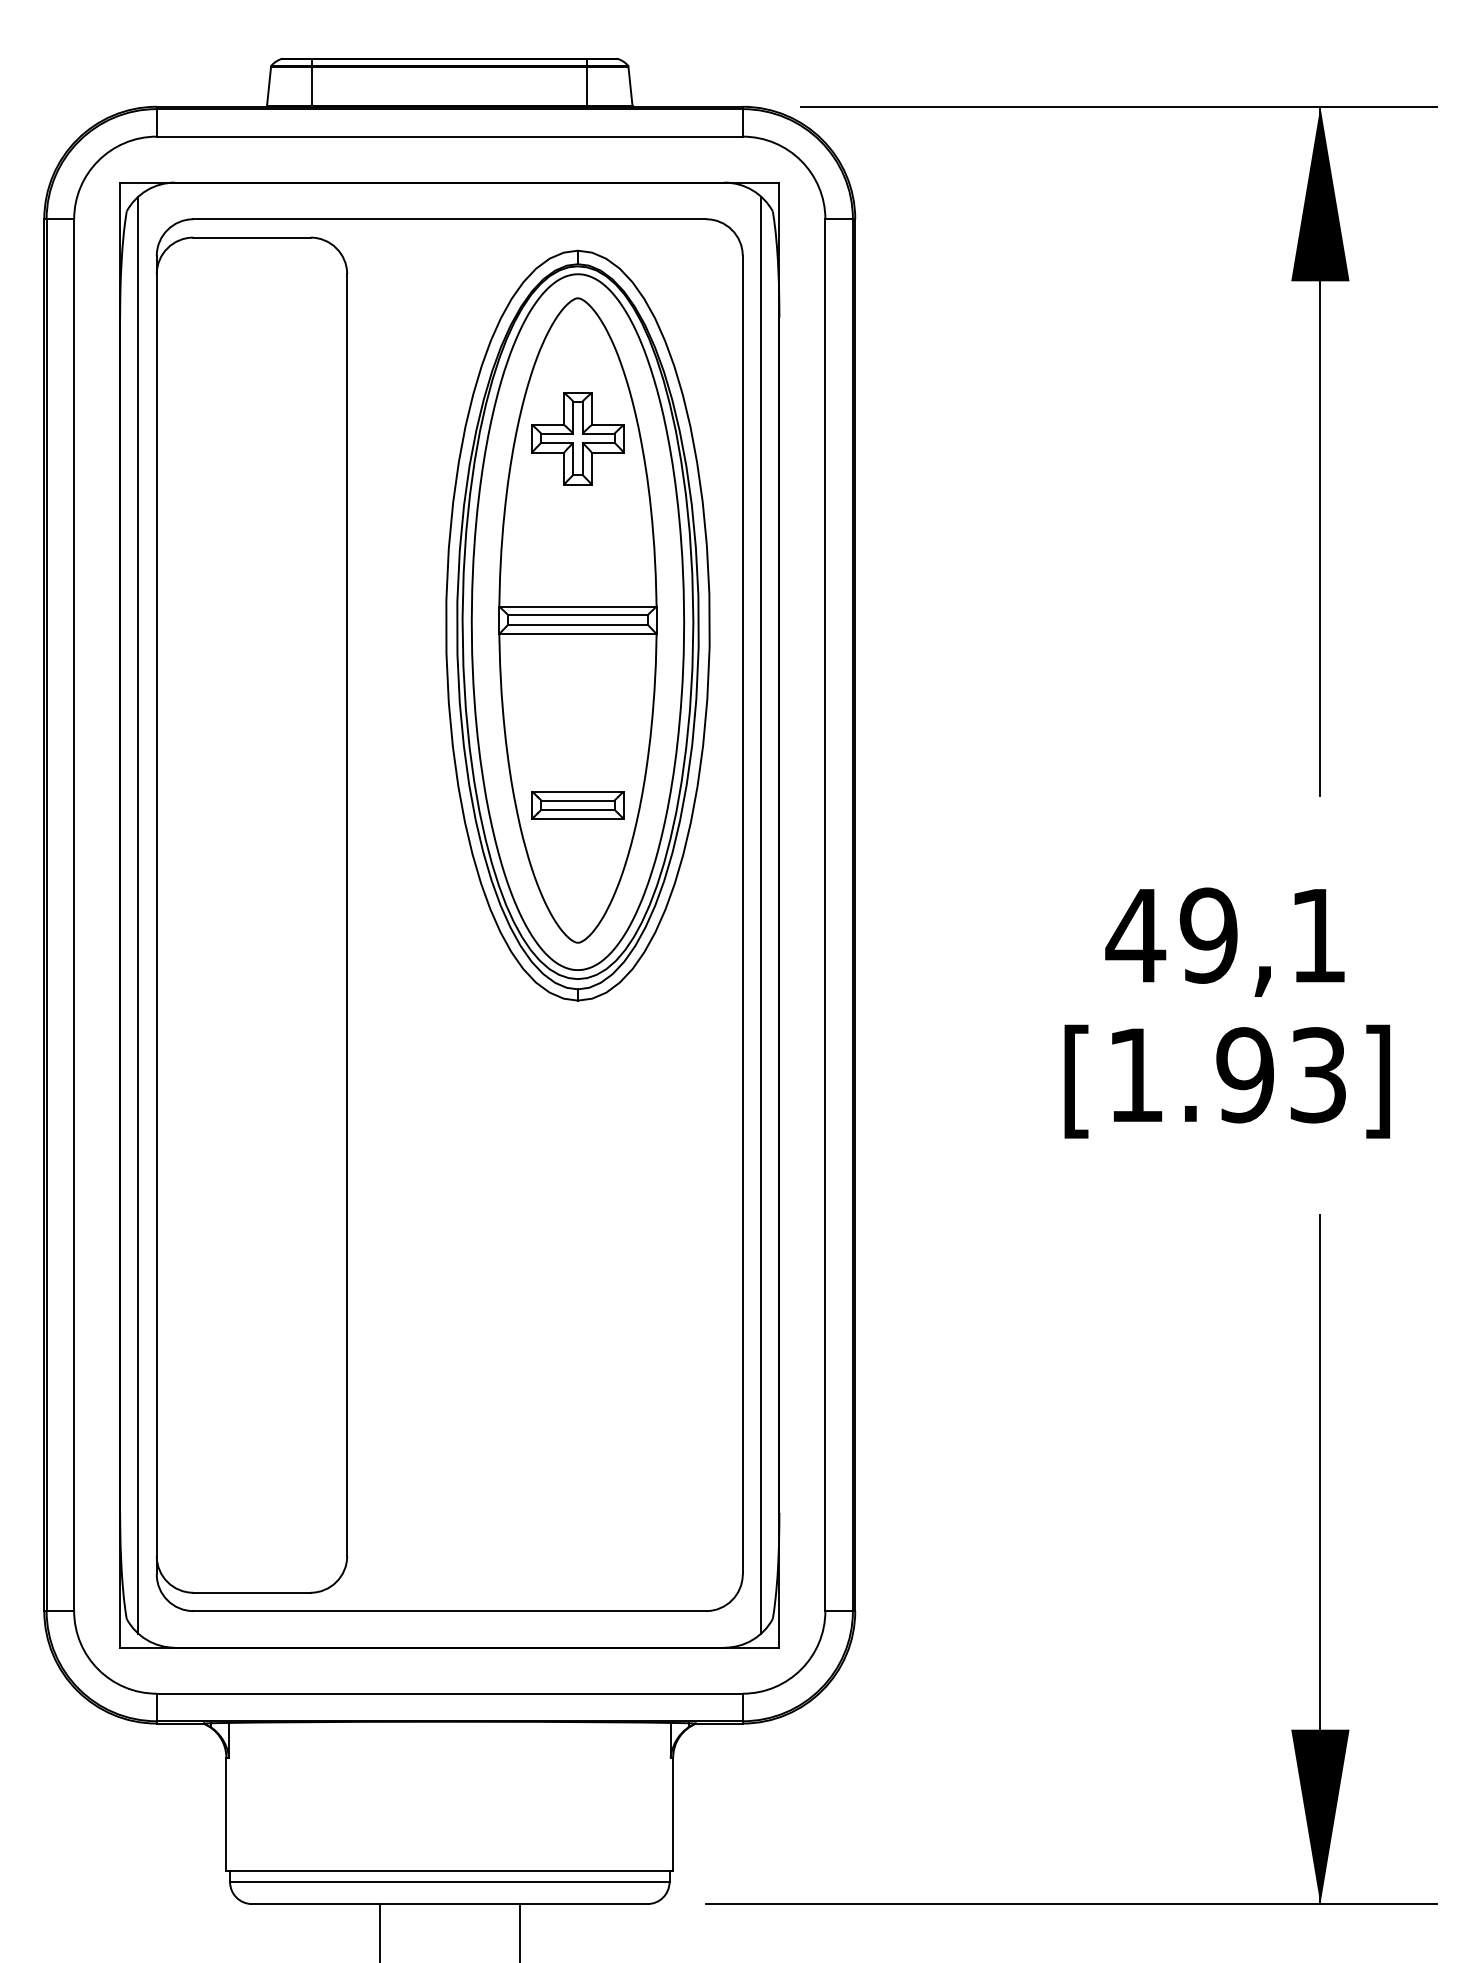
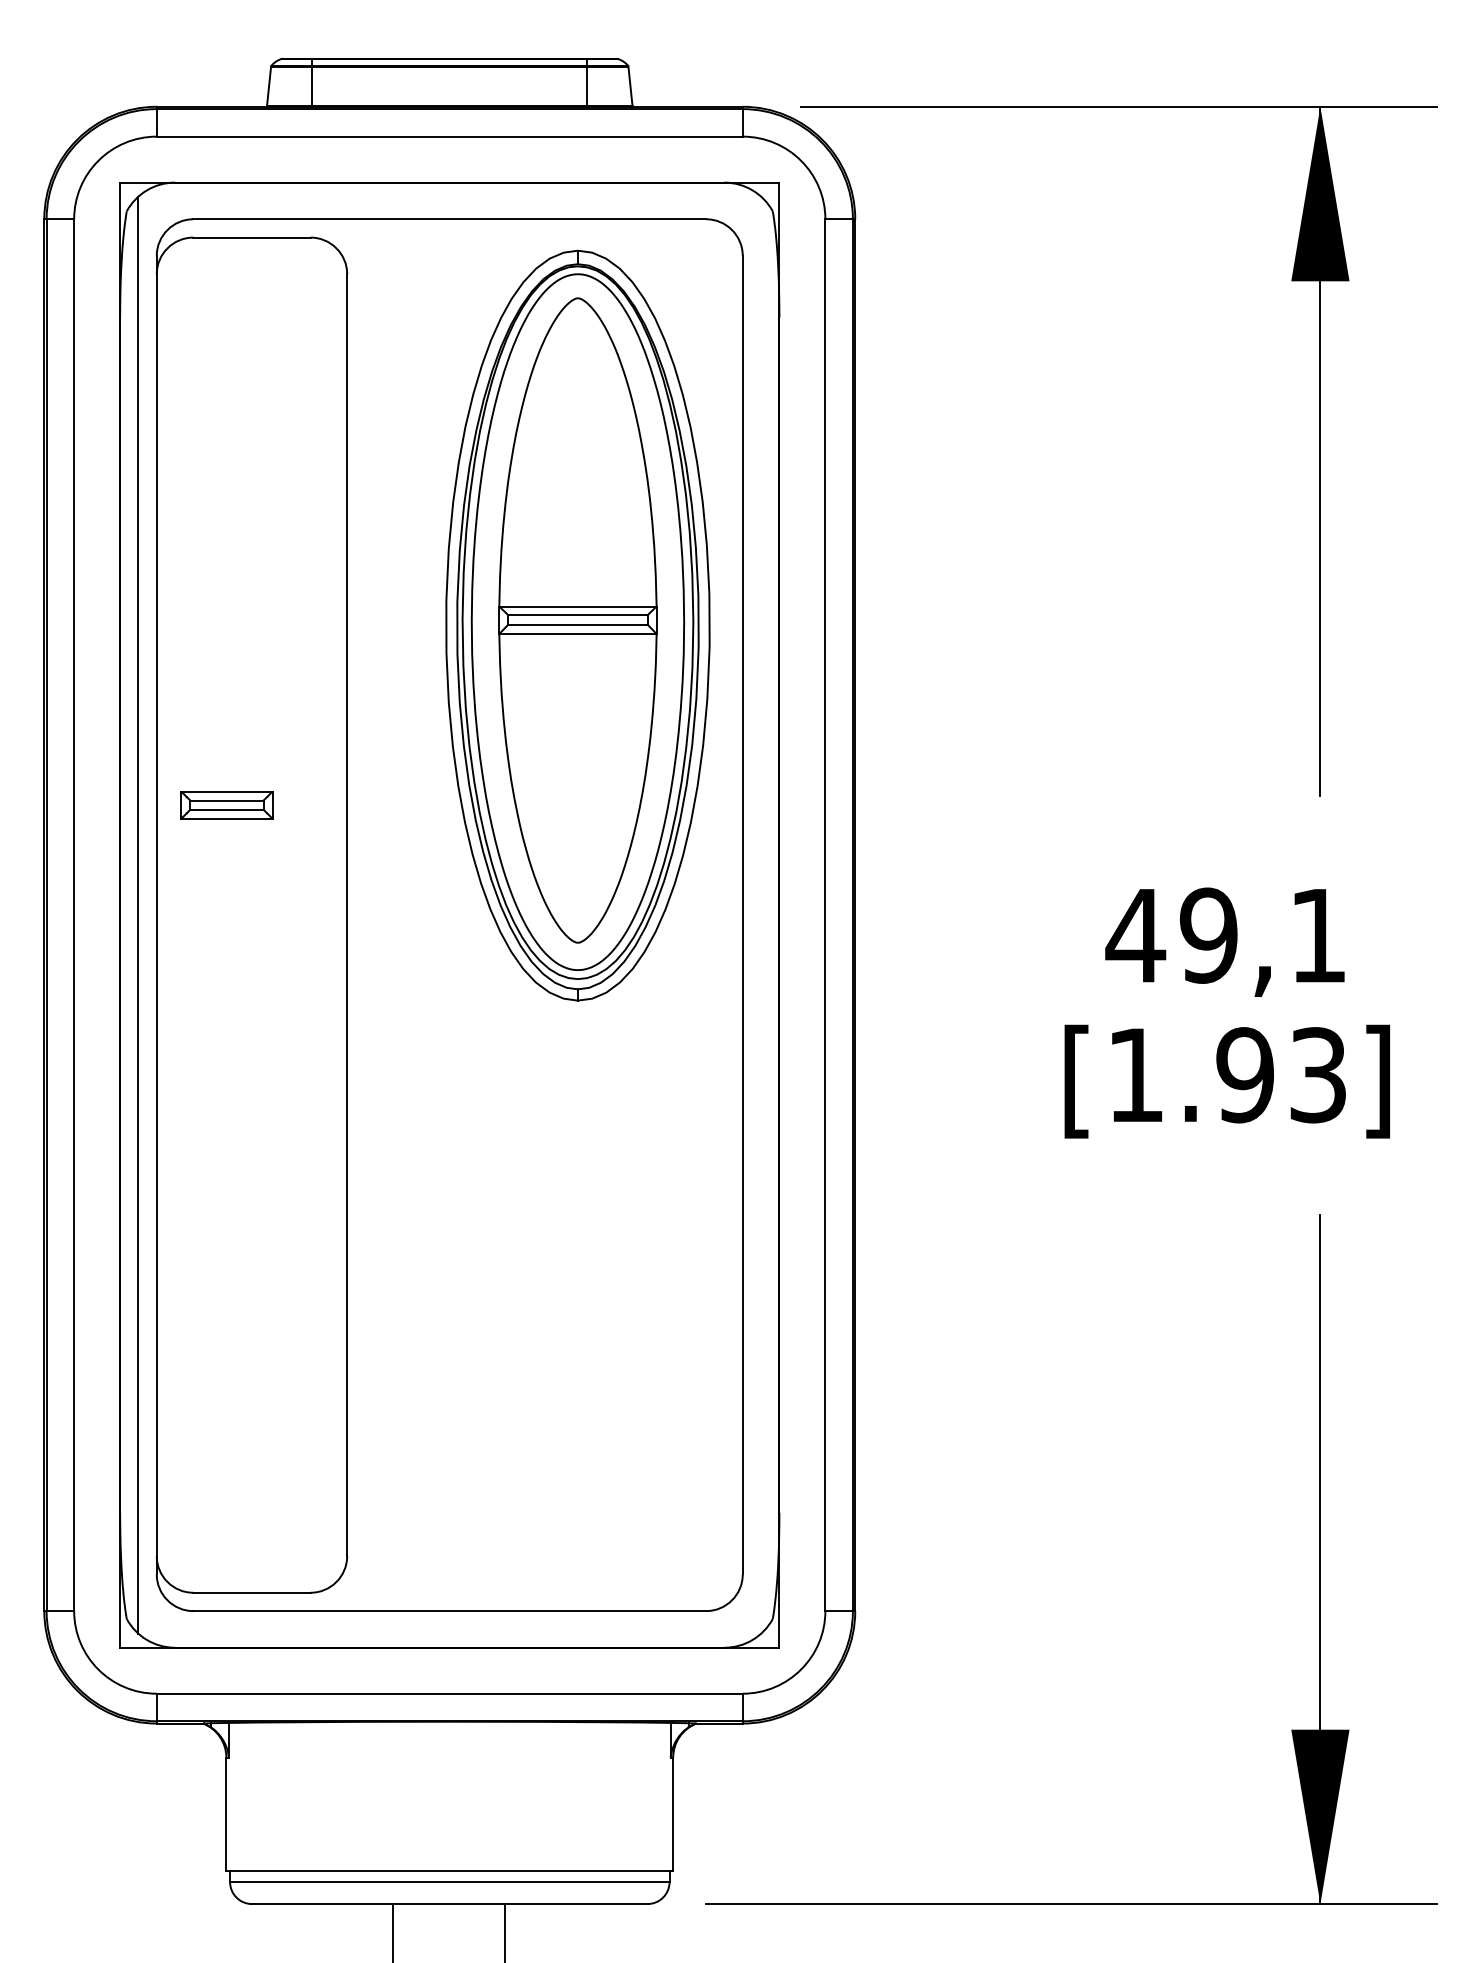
part at (577, 438): present -> none
part at (577, 805) position: (577, 805) -> (226, 805)
line at (761, 914): present -> none
line at (380, 1931) position: (380, 1931) -> (393, 1931)
line at (519, 1931) position: (519, 1931) -> (504, 1931)
